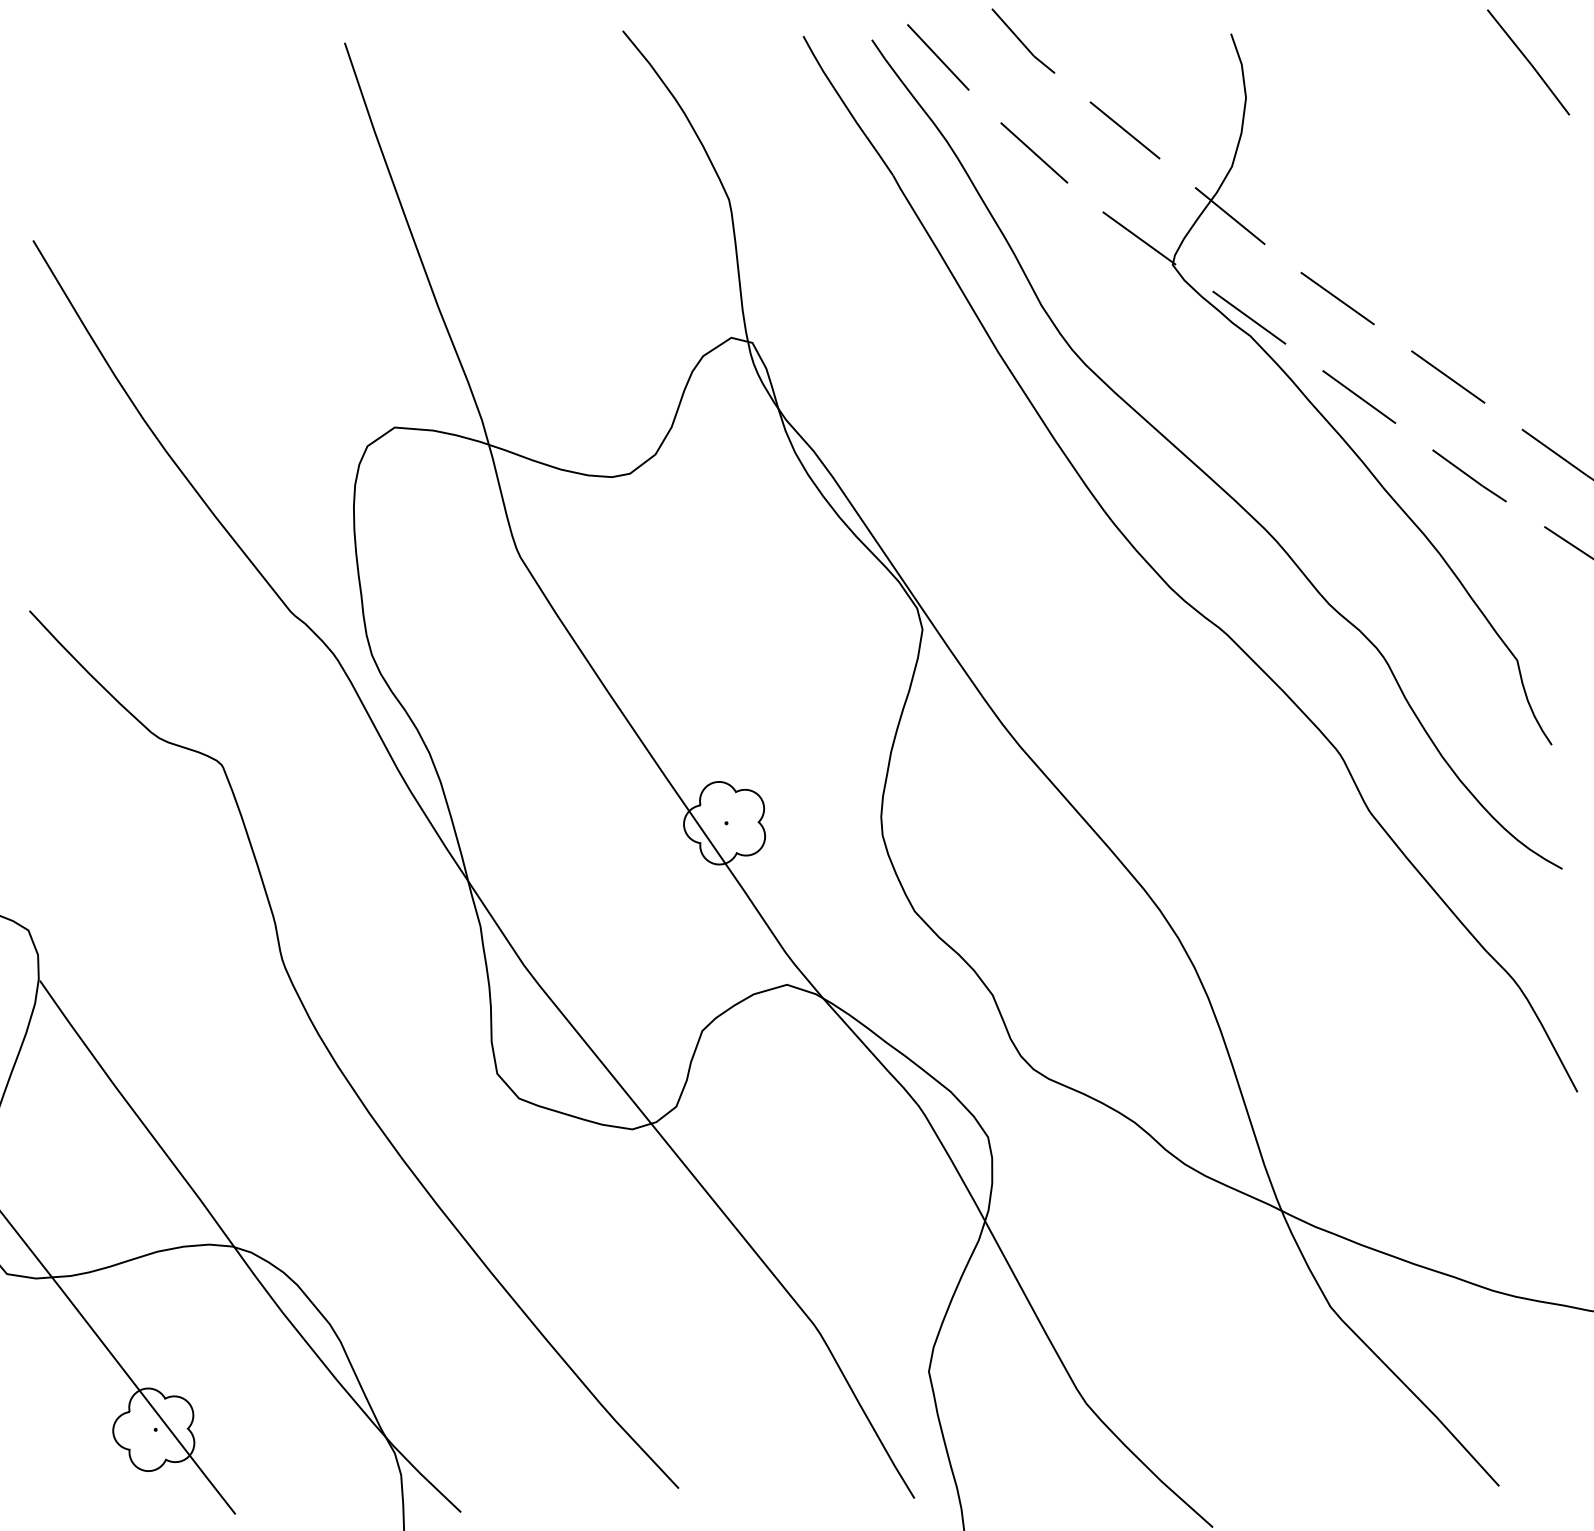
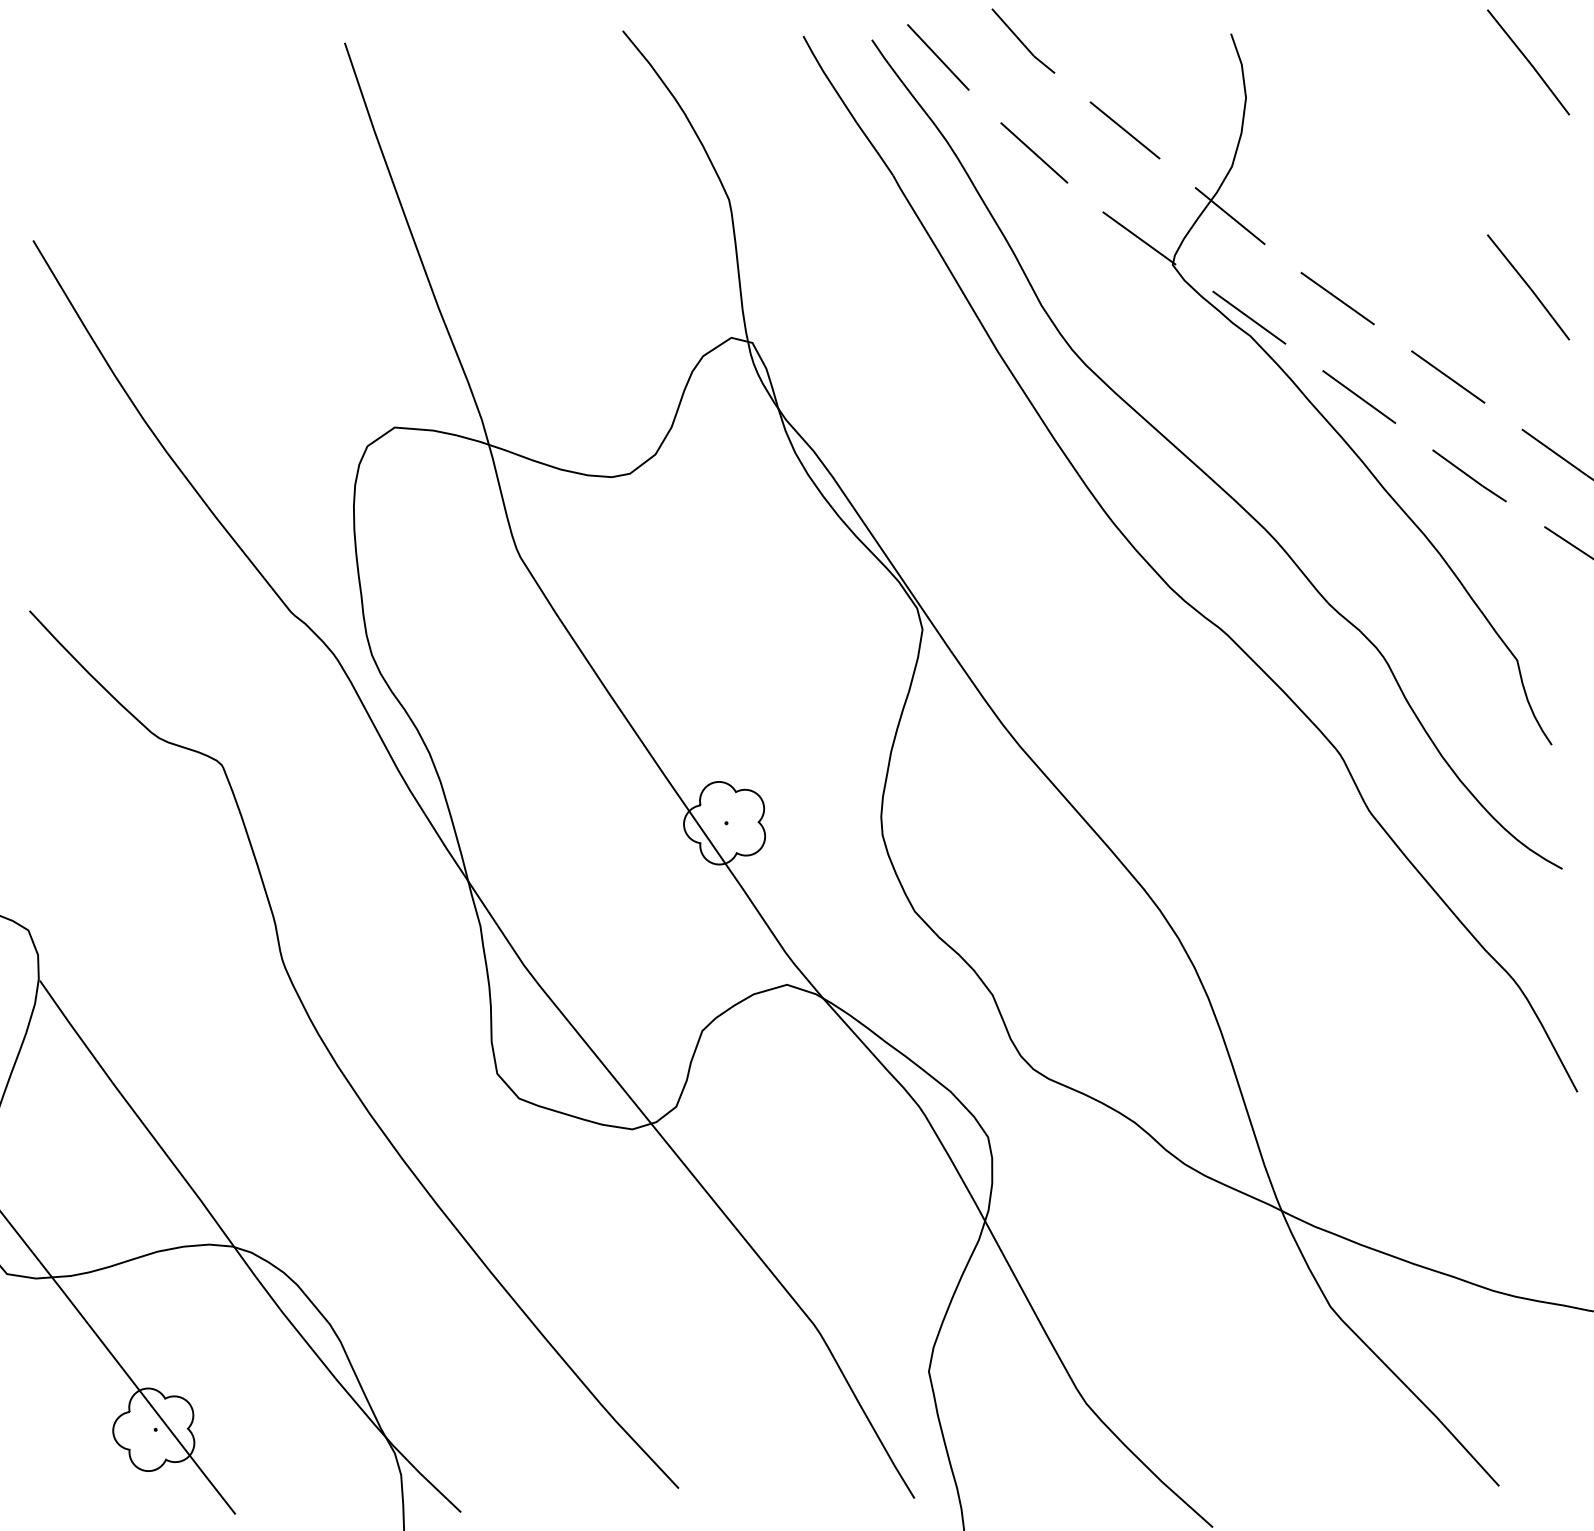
line at (1528, 287): none -> present
